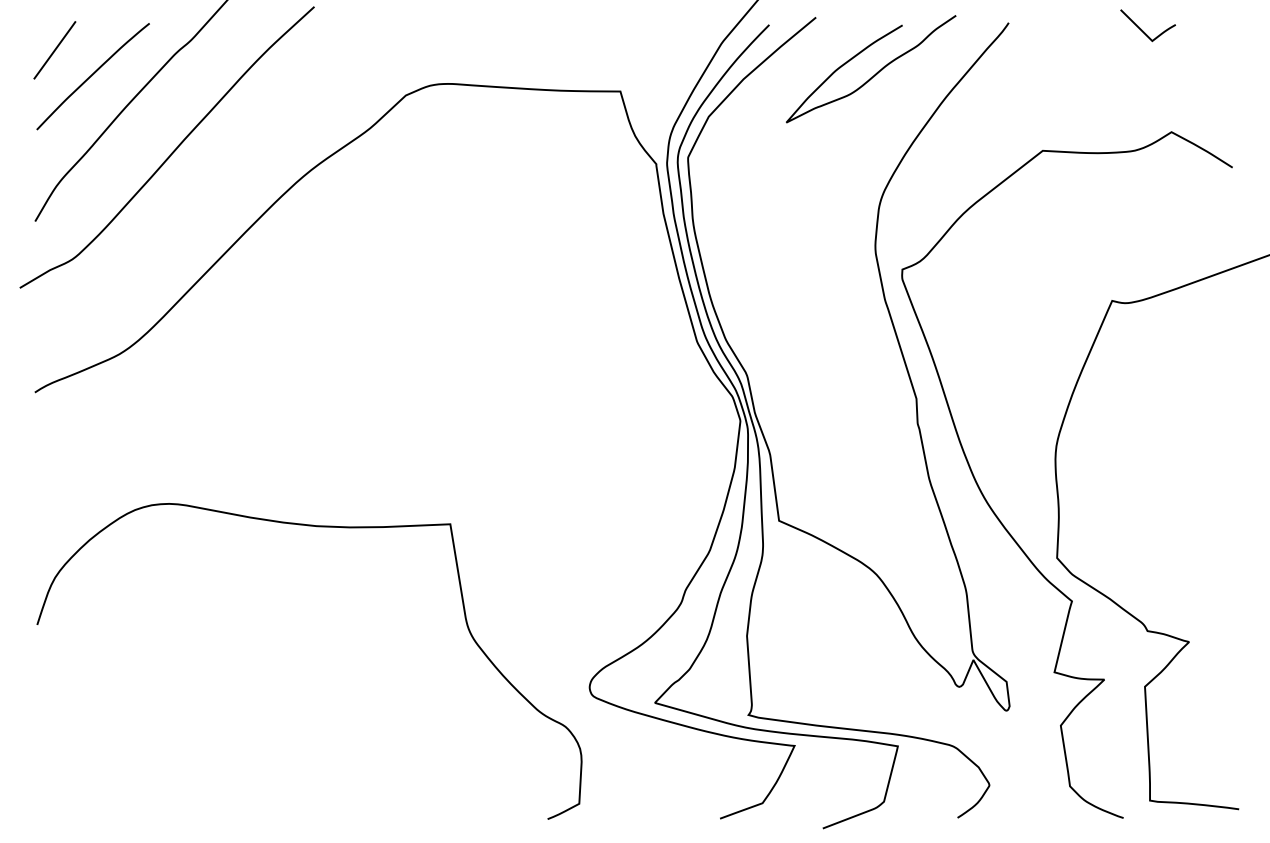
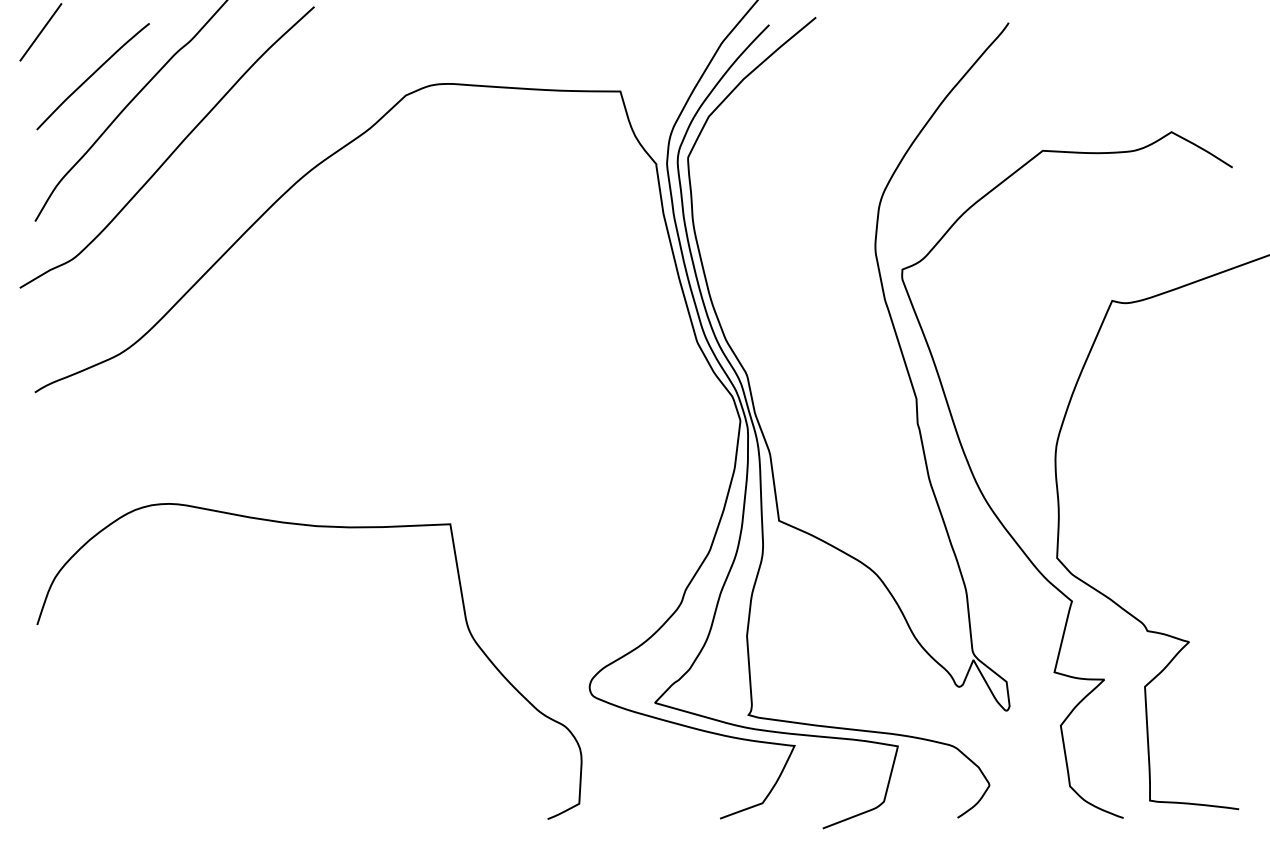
curve at (1142, 29): present -> none
line at (54, 50) position: (54, 50) -> (40, 32)
curve at (875, 73): present -> none
